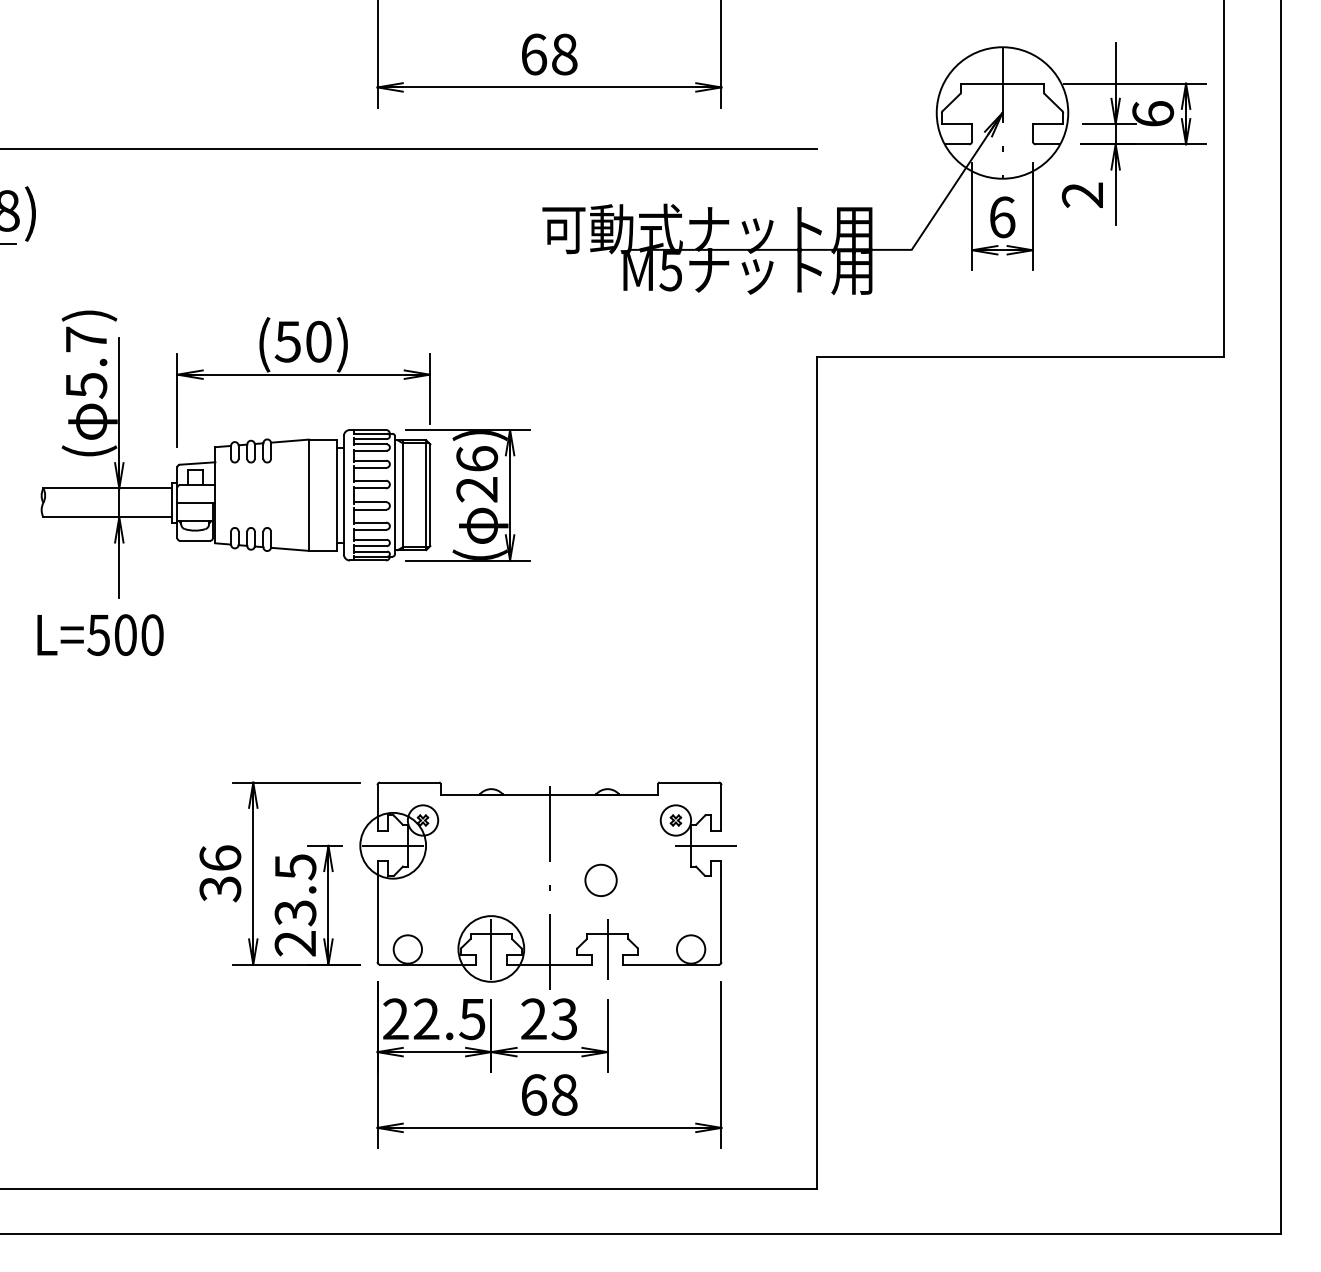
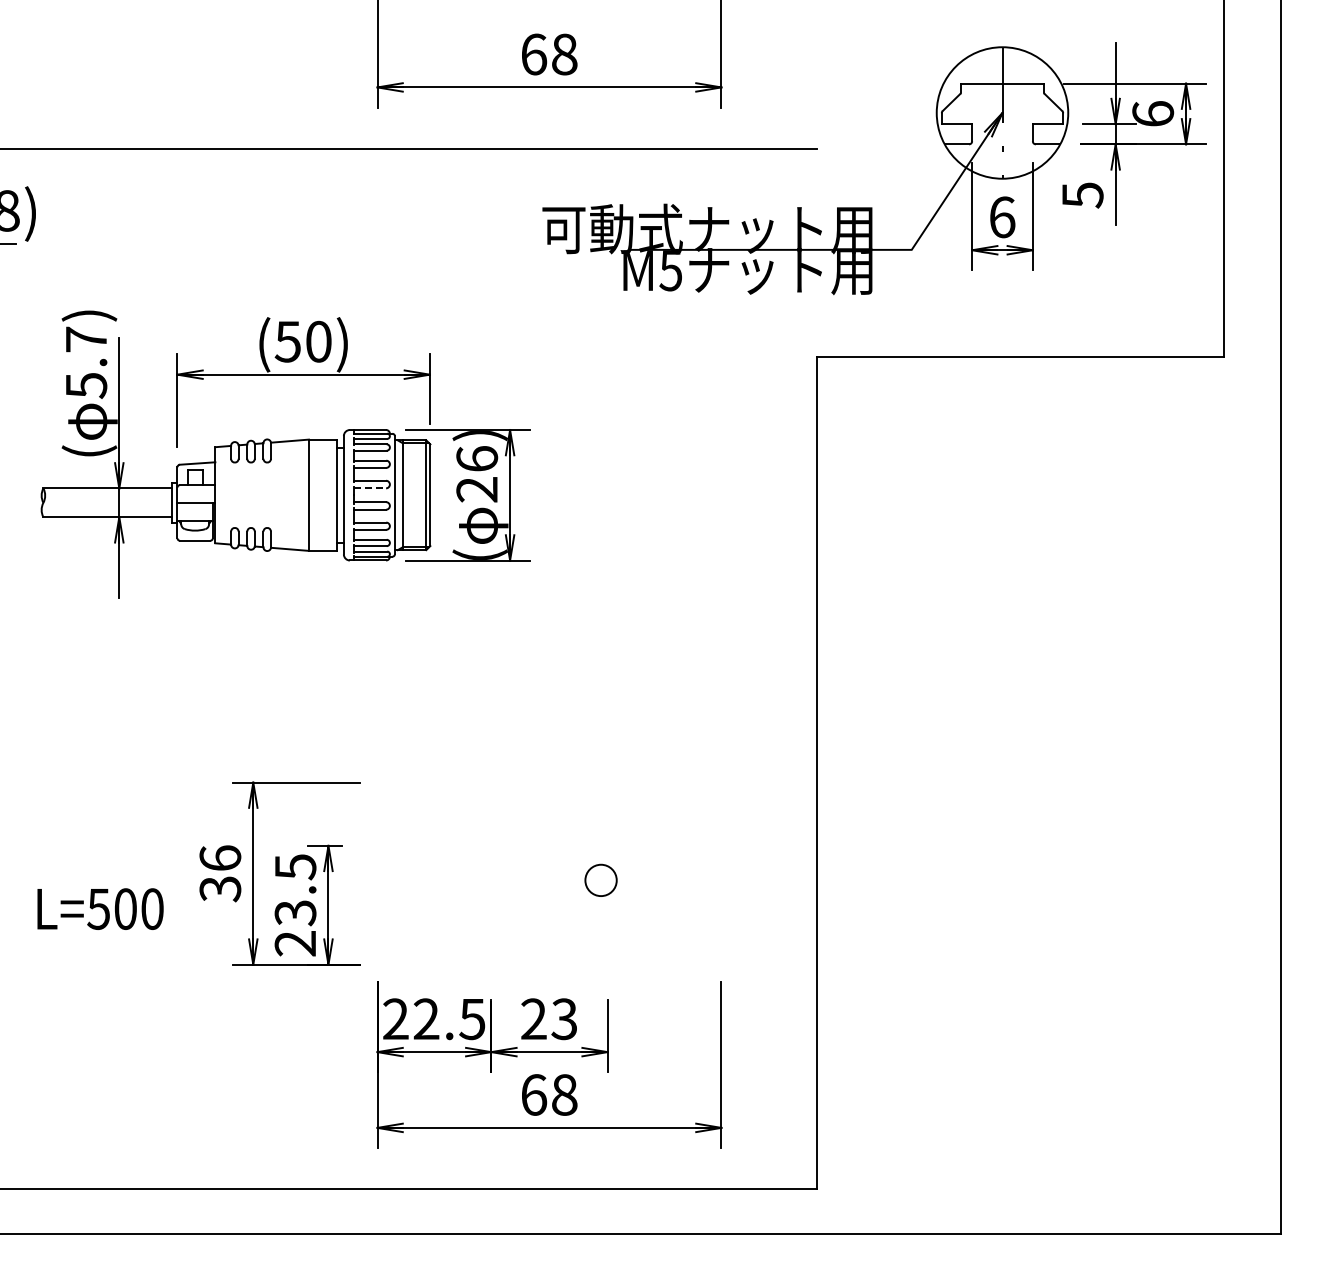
text at (1082, 195): 2 -> 5
line at (370, 488): solid -> dashed
text at (100, 634) position: (100, 634) -> (100, 908)
part at (547, 885): present -> none
